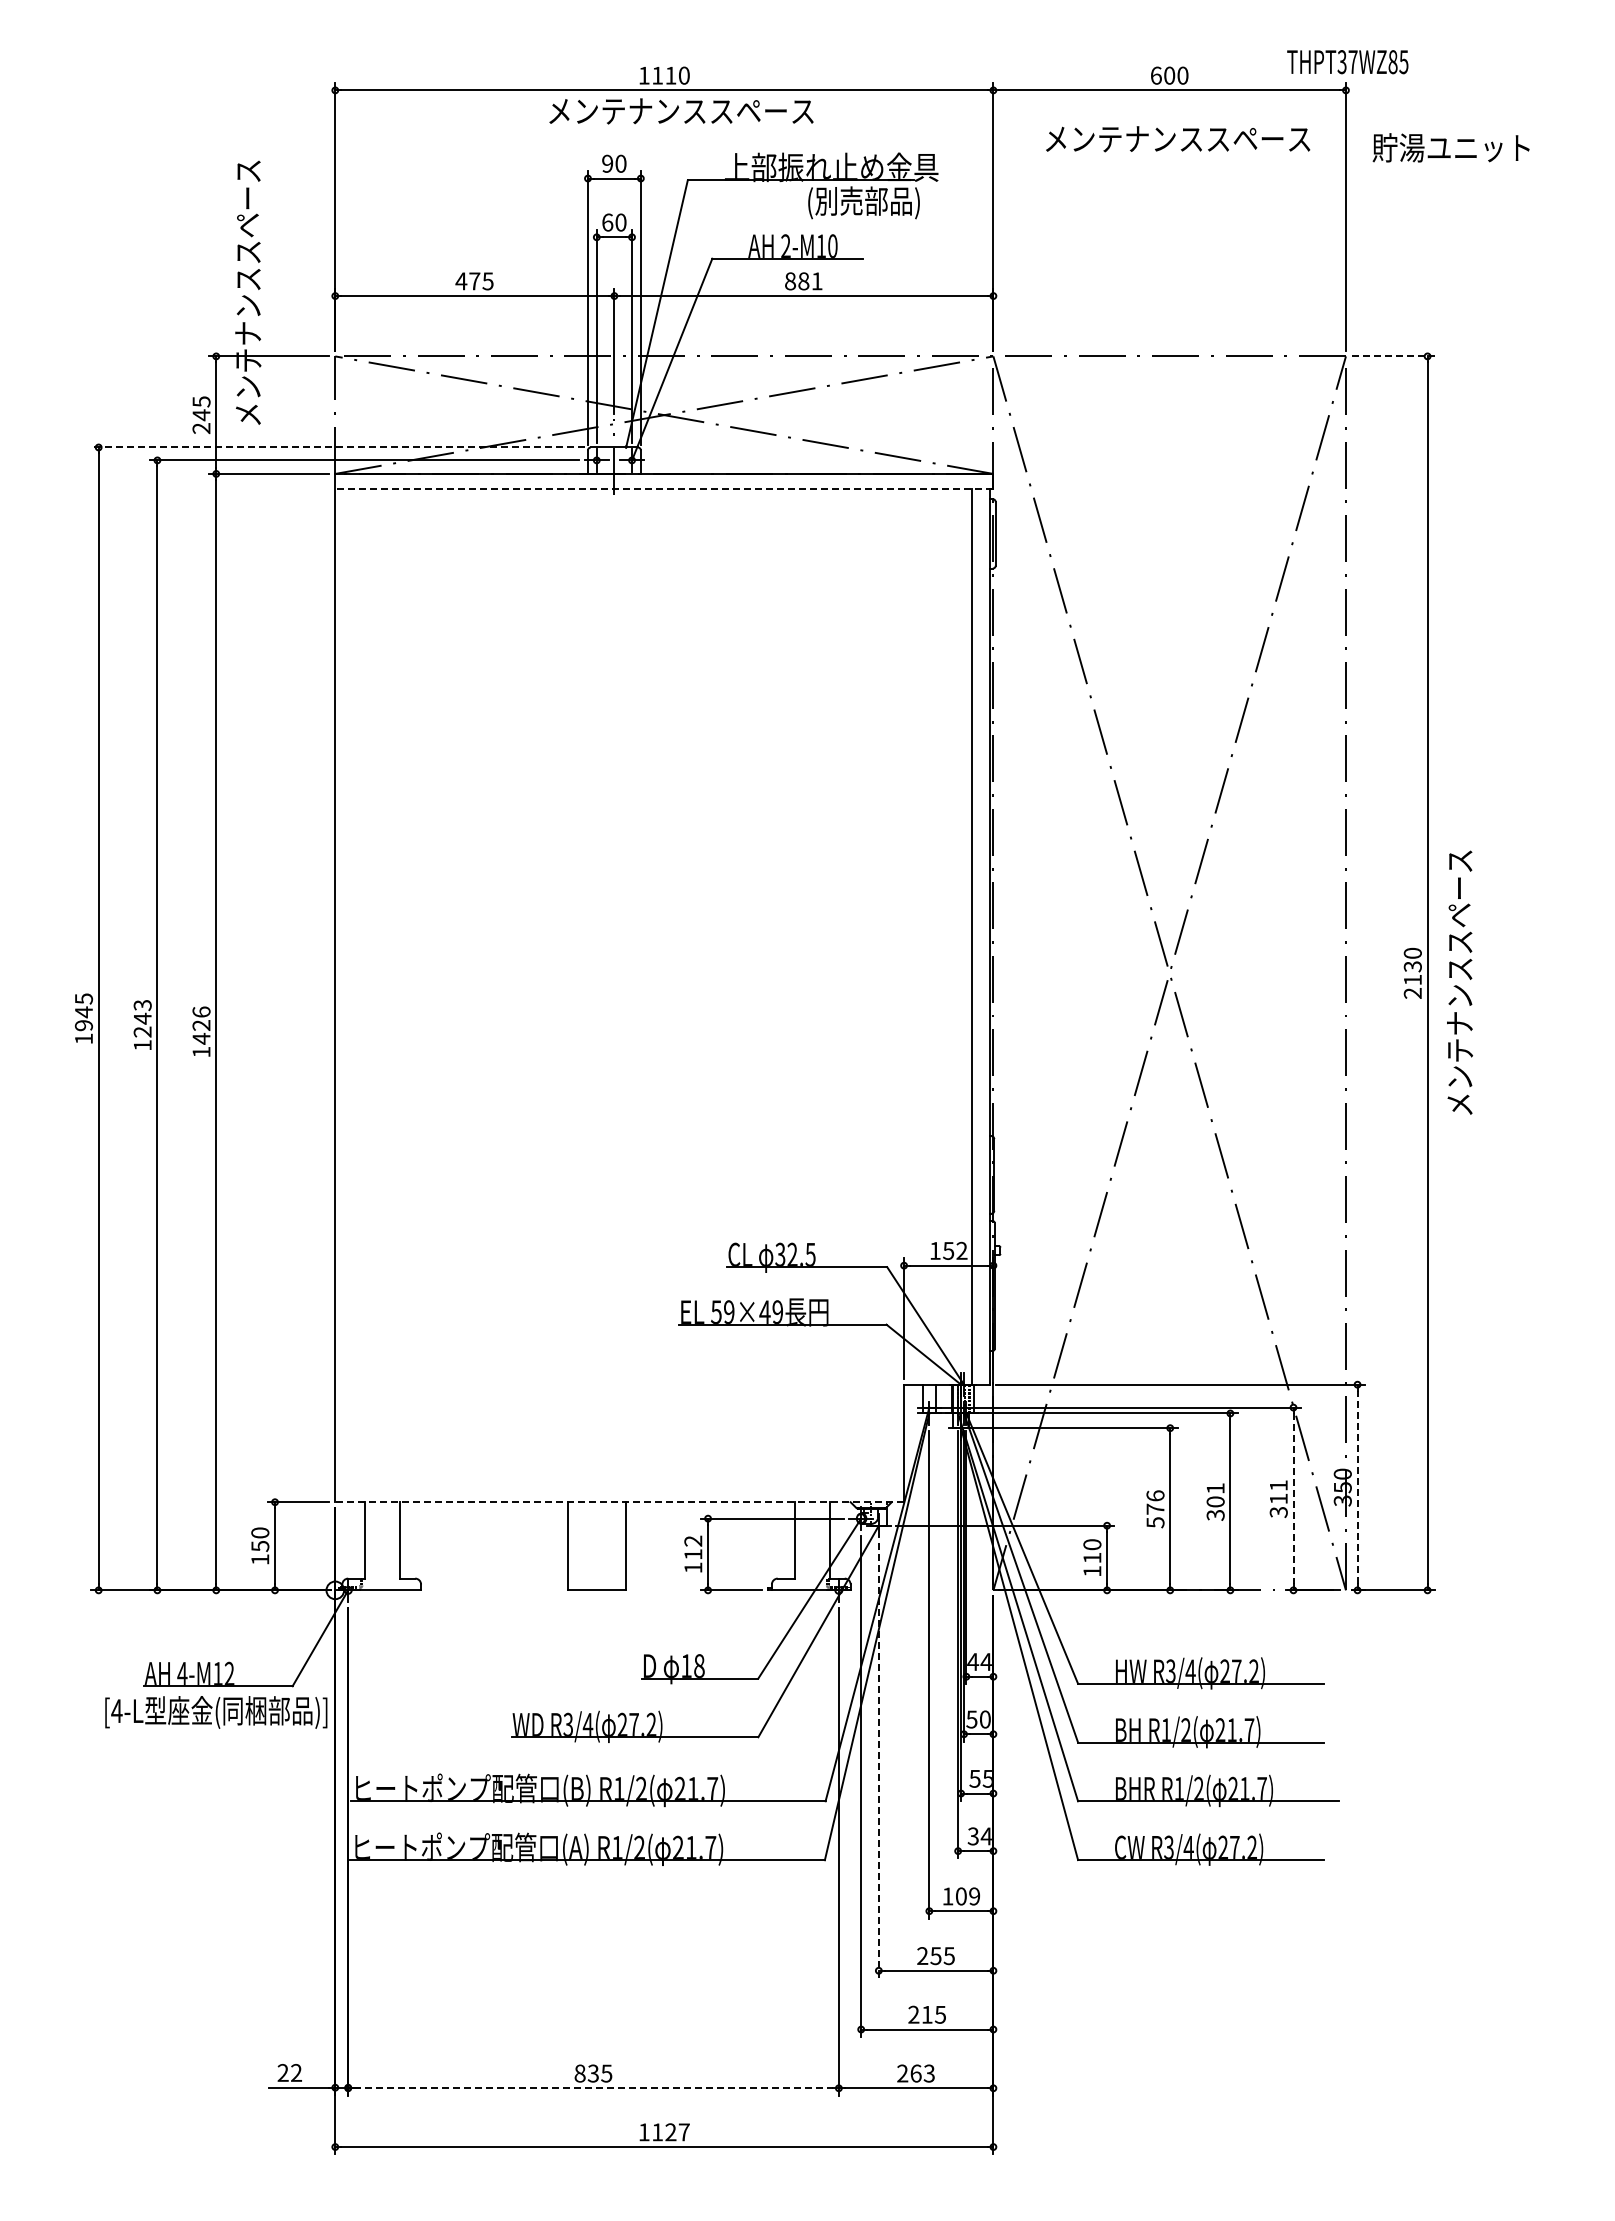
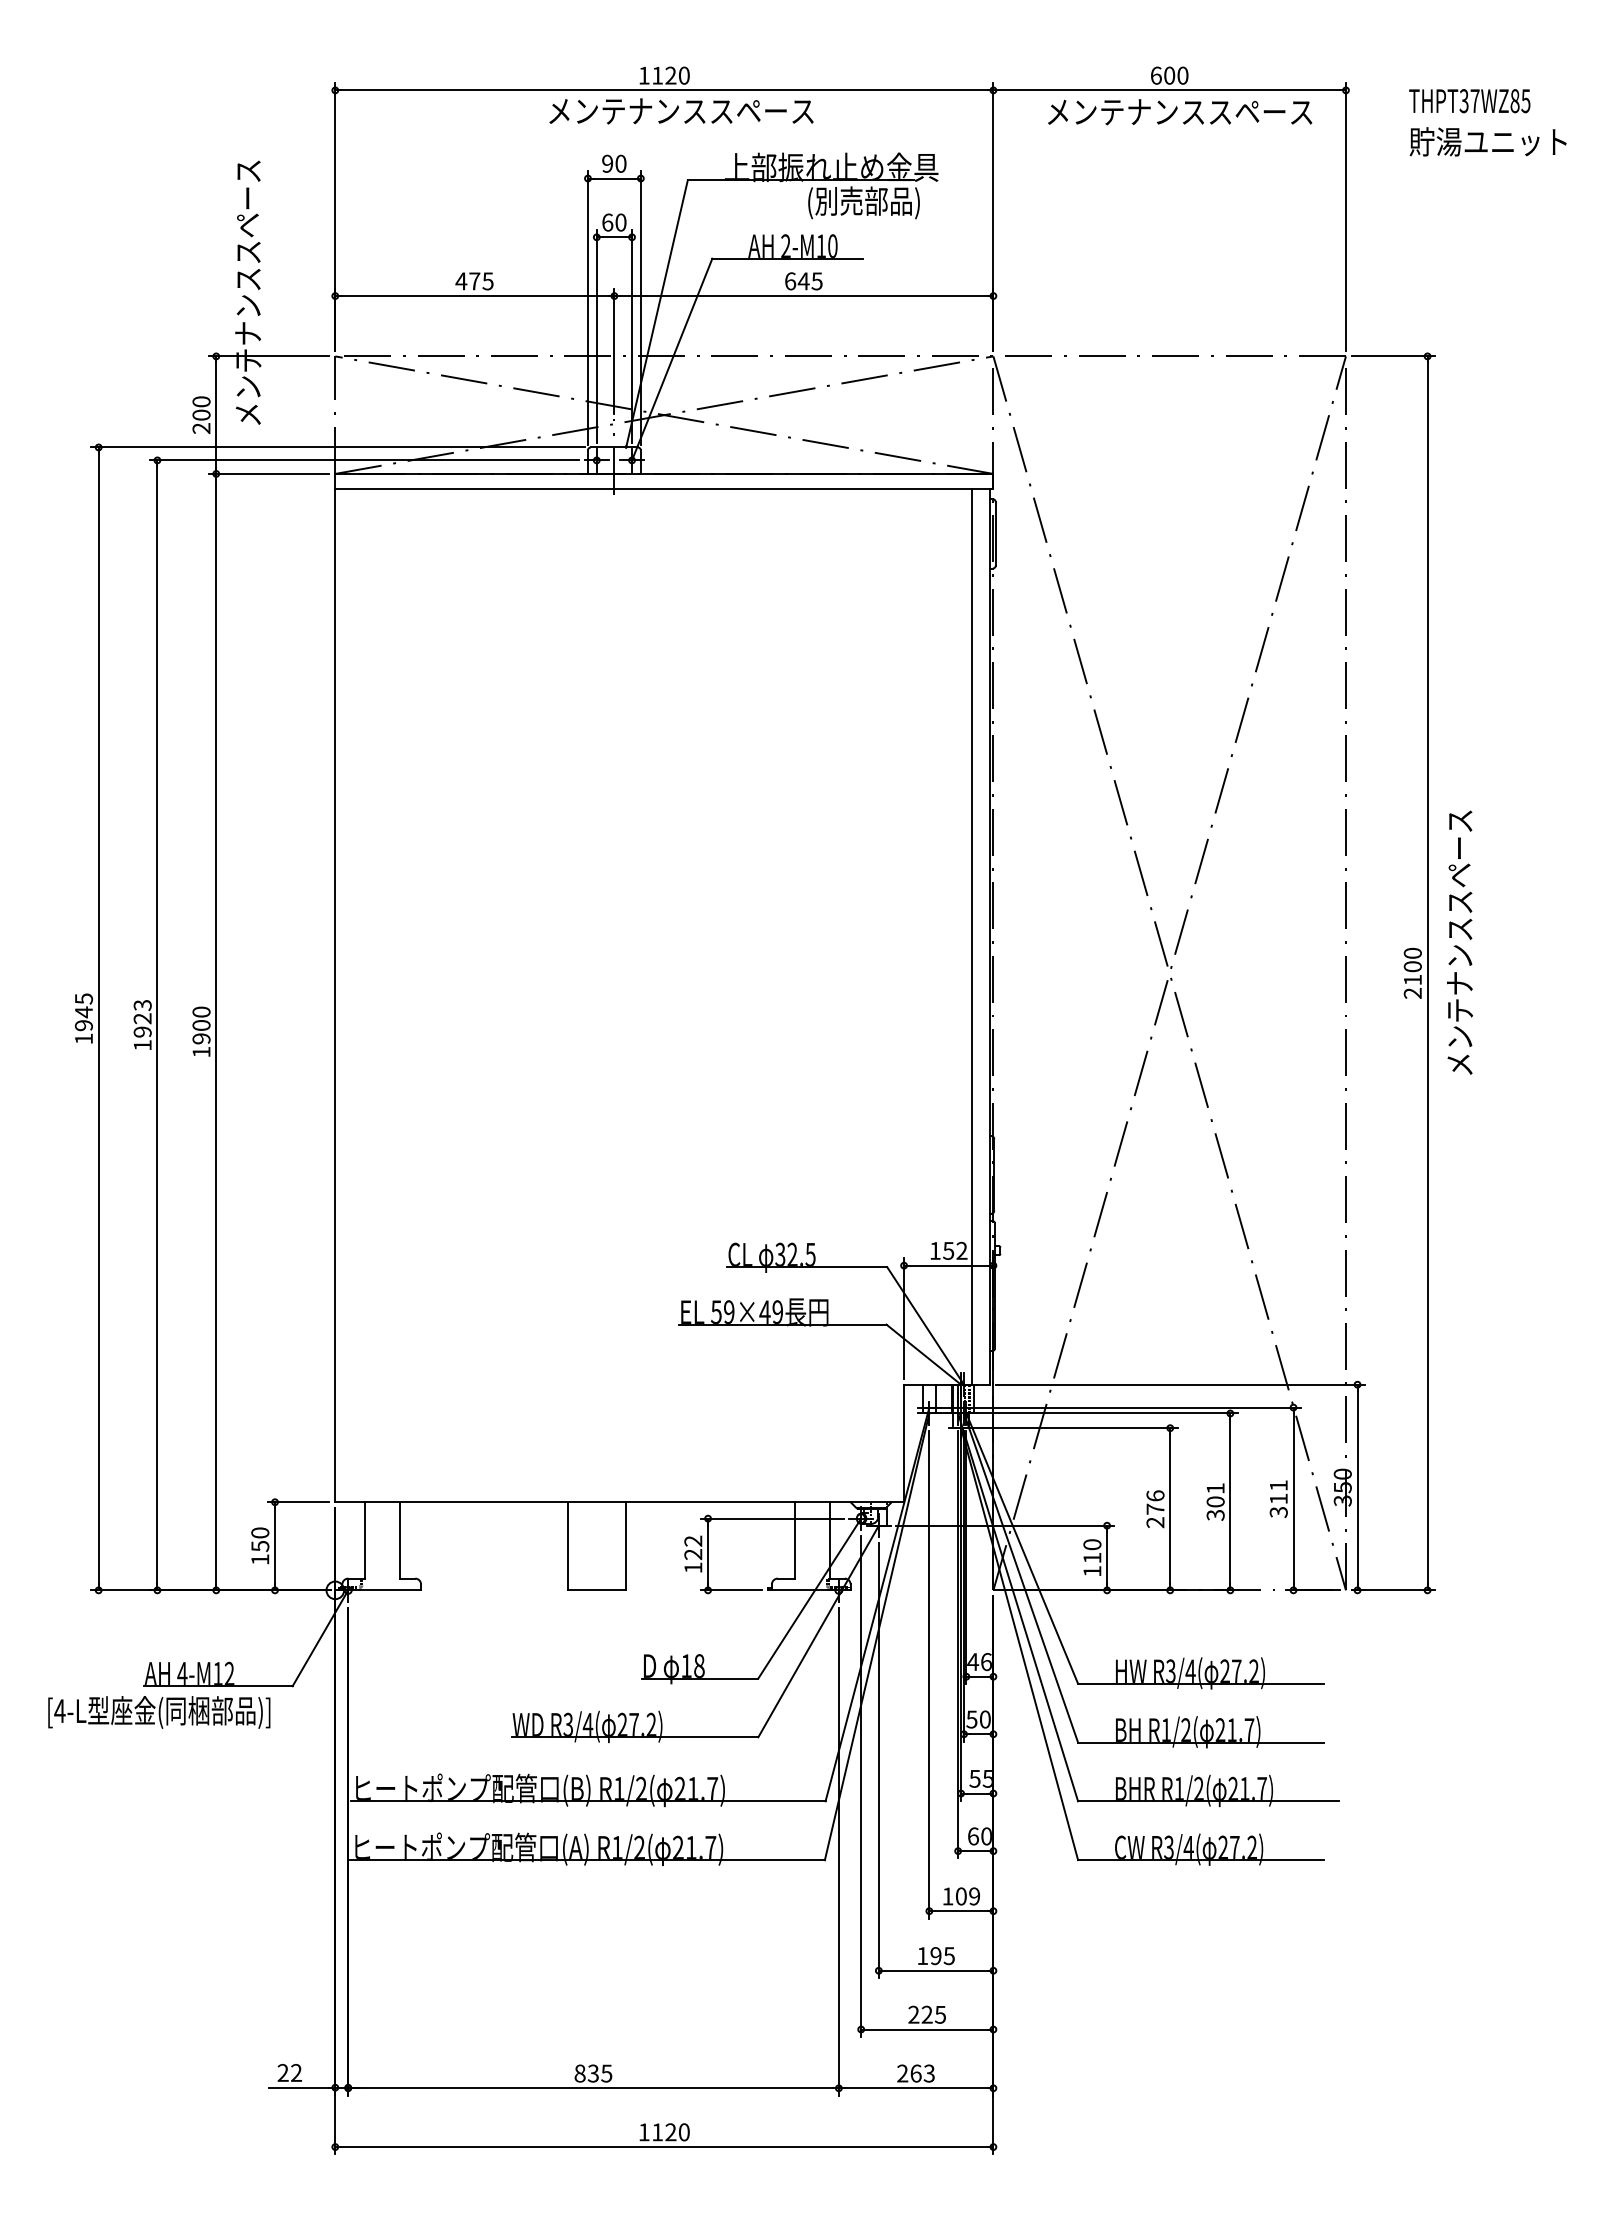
text at (1347, 62) position: (1347, 62) -> (1469, 101)
text at (670, 75): 1110 -> 1120
text at (1178, 139) position: (1178, 139) -> (1180, 112)
text at (1450, 147) position: (1450, 147) -> (1487, 141)
text at (803, 281): 881 -> 645
line at (1393, 356): dashed -> solid
text at (201, 408): 245 -> 200
line at (338, 447): dashed -> solid
line at (663, 489): dashed -> solid
text at (1412, 966): 2130 -> 2100
text at (1460, 982) position: (1460, 982) -> (1460, 942)
text at (142, 1024): 1243 -> 1923
text at (201, 1025): 1426 -> 1900
line at (1357, 1487): dashed -> solid
line at (1293, 1499): dashed -> solid
line at (619, 1502): dashed -> solid
text at (1155, 1522): 576 -> 276
text at (693, 1554): 112 -> 122
text at (985, 1662): 44 -> 46
text at (216, 1712) position: (216, 1712) -> (159, 1712)
line at (878, 1761): dashed -> solid
text at (979, 1836): 34 -> 60
text at (929, 1956): 255 -> 195
text at (926, 2014): 215 -> 225
line at (594, 2088): dashed -> solid
text at (683, 2132): 1127 -> 1120
